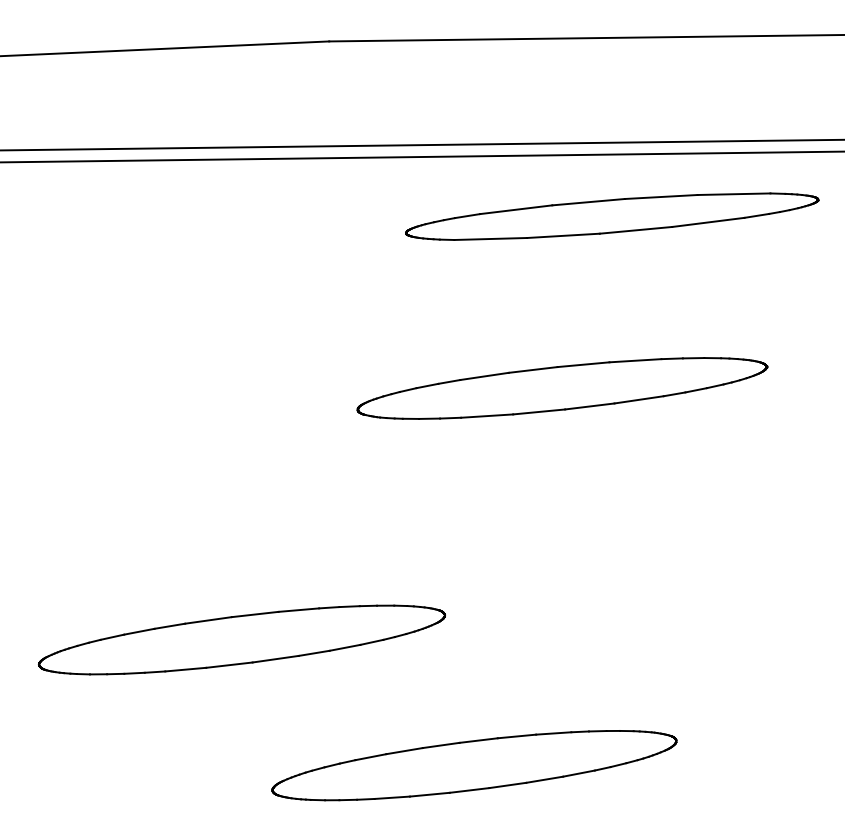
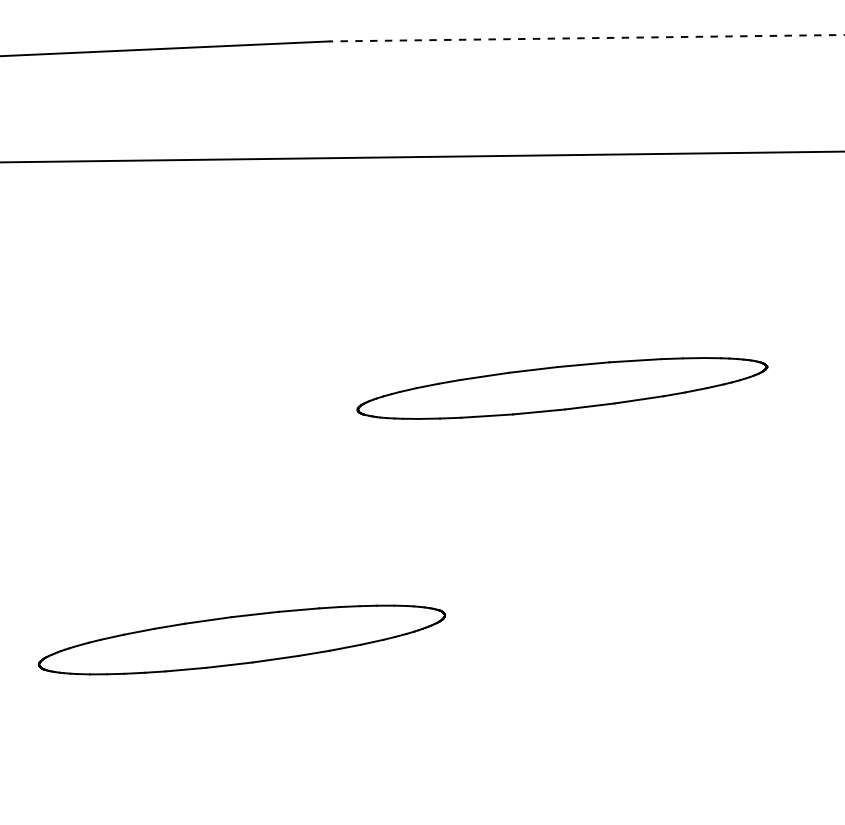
line at (586, 38): solid -> dashed
line at (421, 144): present -> none
part at (612, 216): present -> none
part at (474, 765): present -> none
